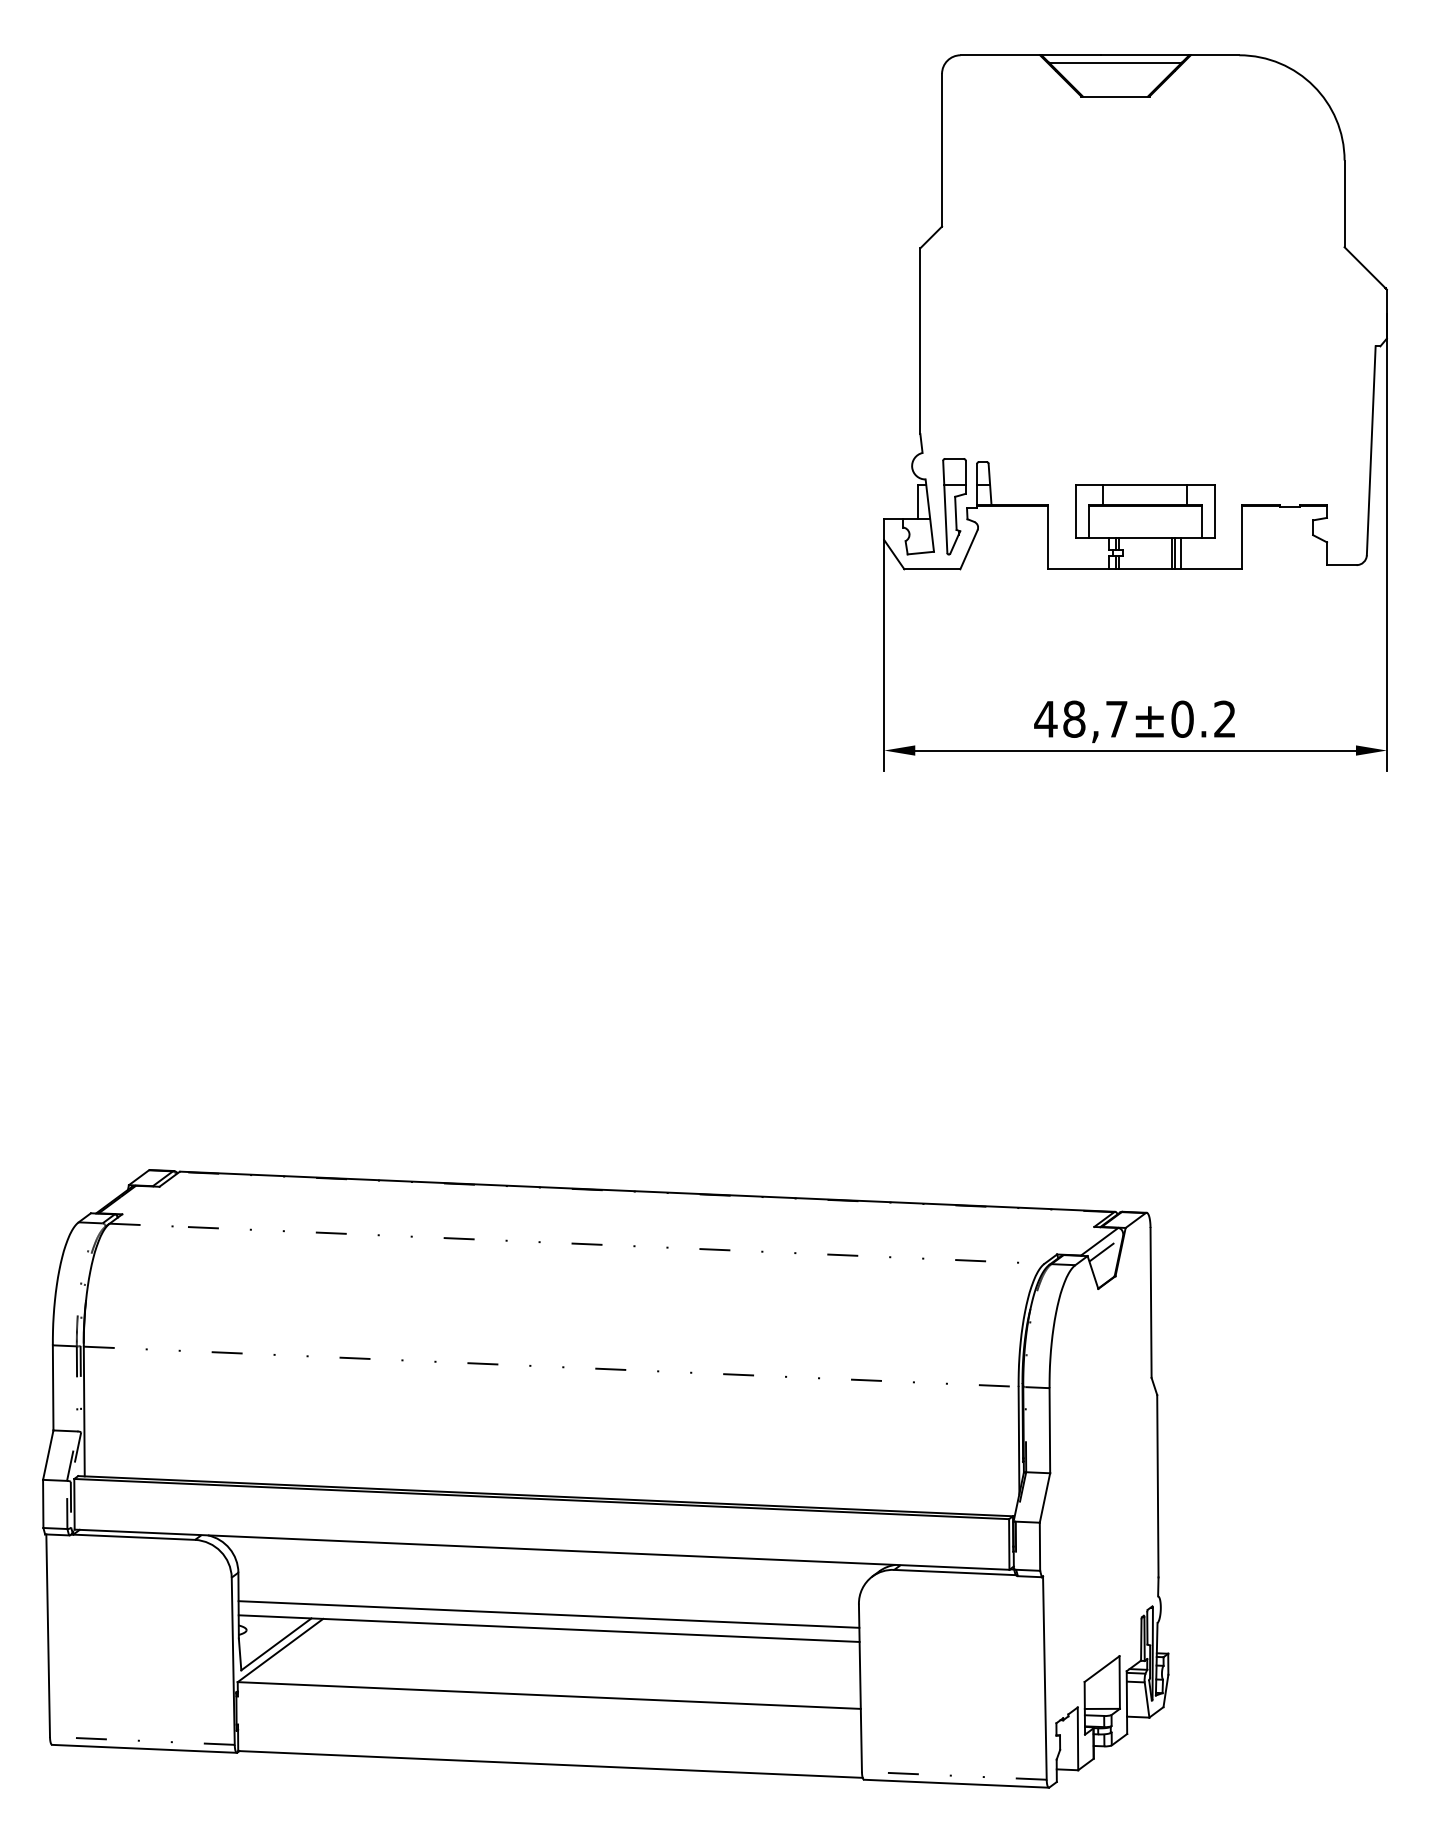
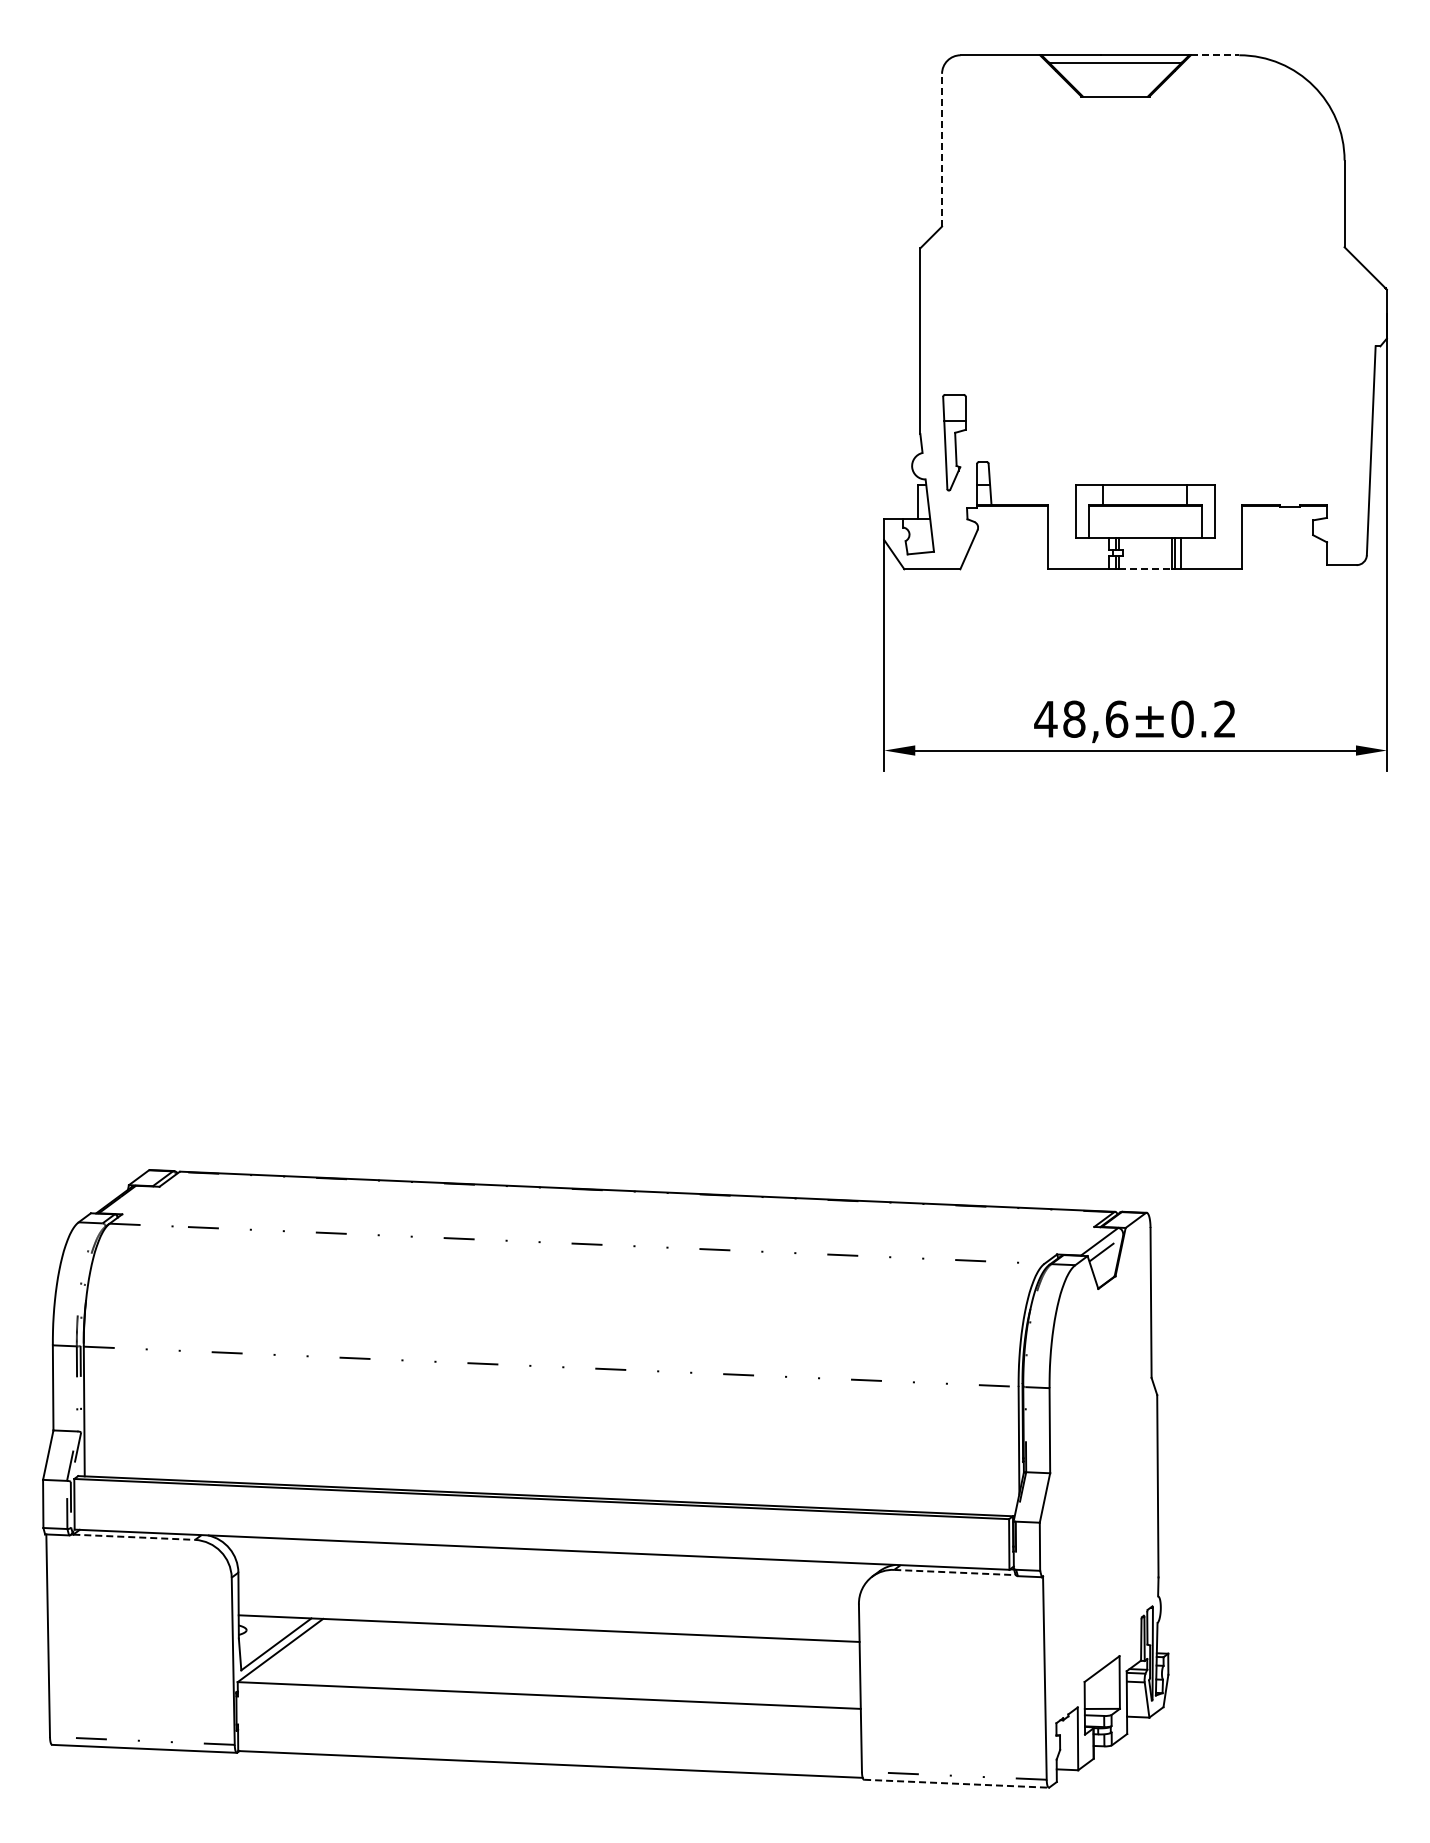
line at (1215, 55): solid -> dashed
line at (942, 149): solid -> dashed
part at (954, 506) position: (954, 506) -> (954, 442)
line at (1145, 569): solid -> dashed
text at (1116, 718): 48,7±0.2 -> 48,6±0.2
line at (134, 1537): solid -> dashed
line at (955, 1572): solid -> dashed
line at (548, 1614): present -> none
line at (956, 1783): solid -> dashed
